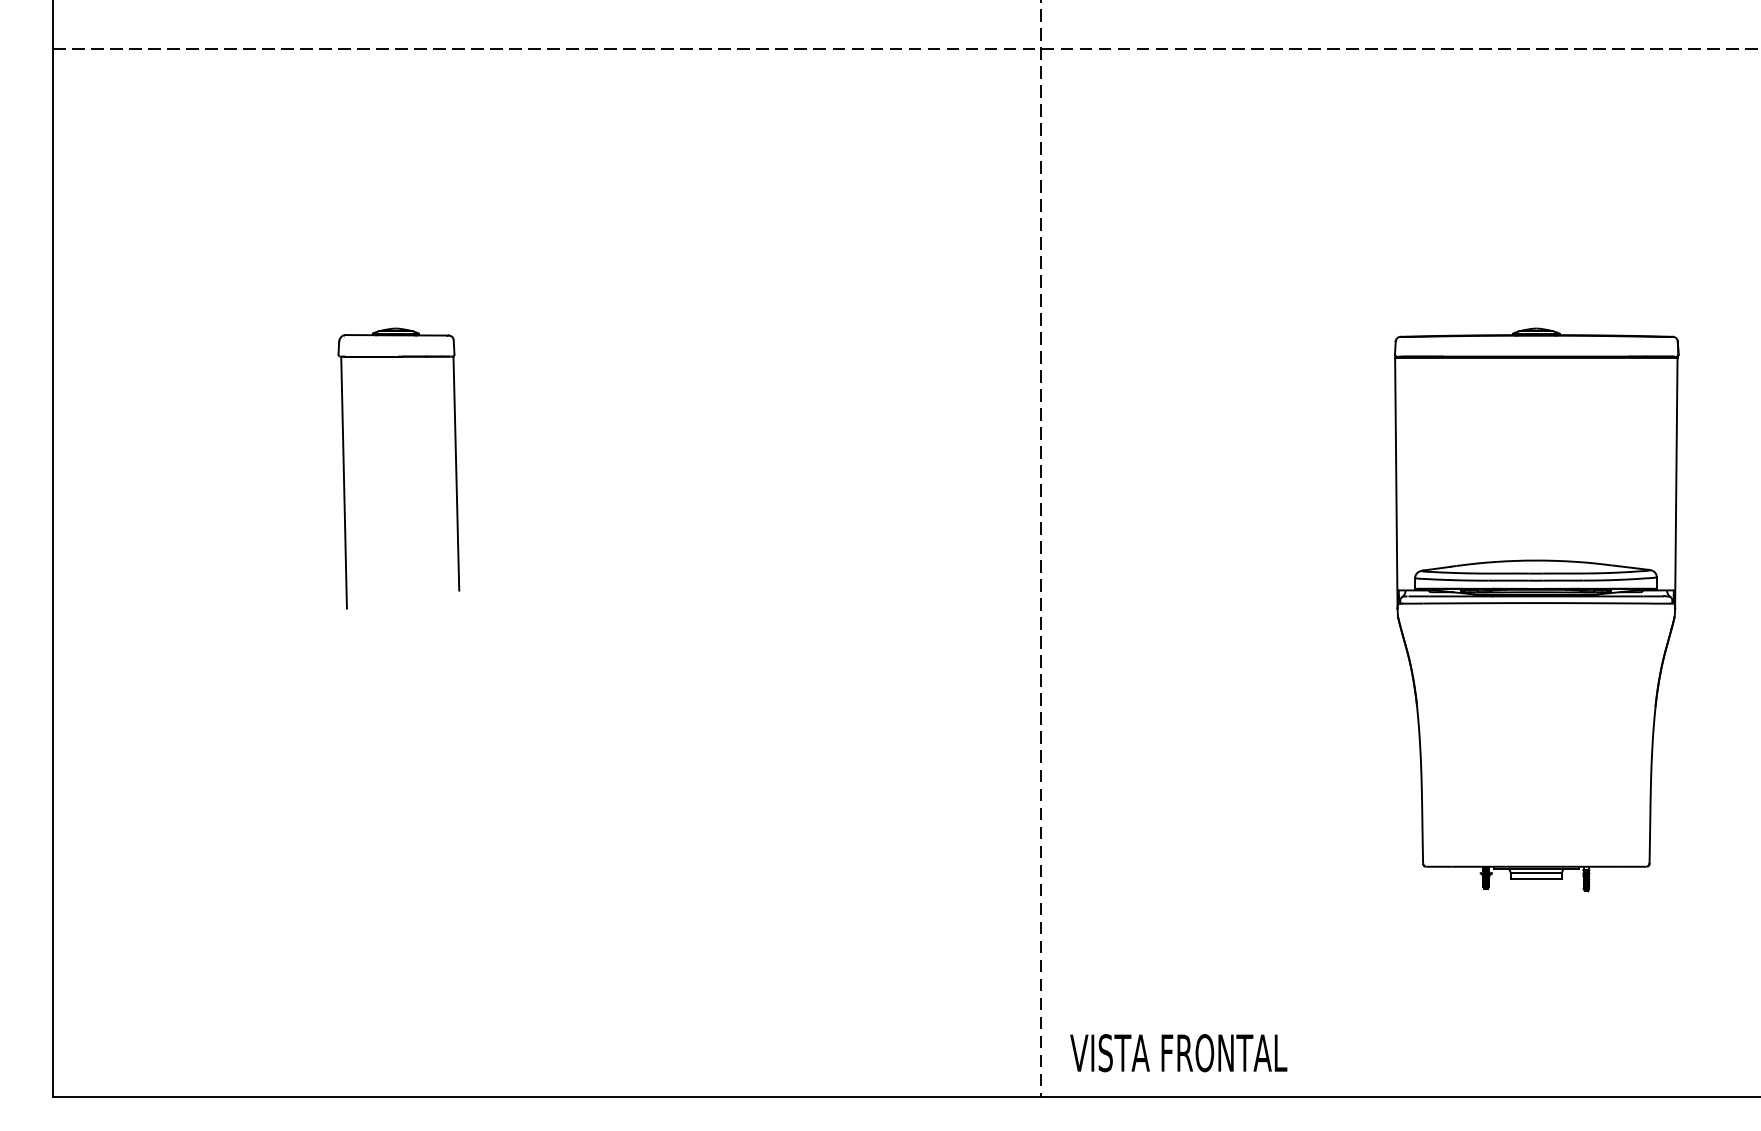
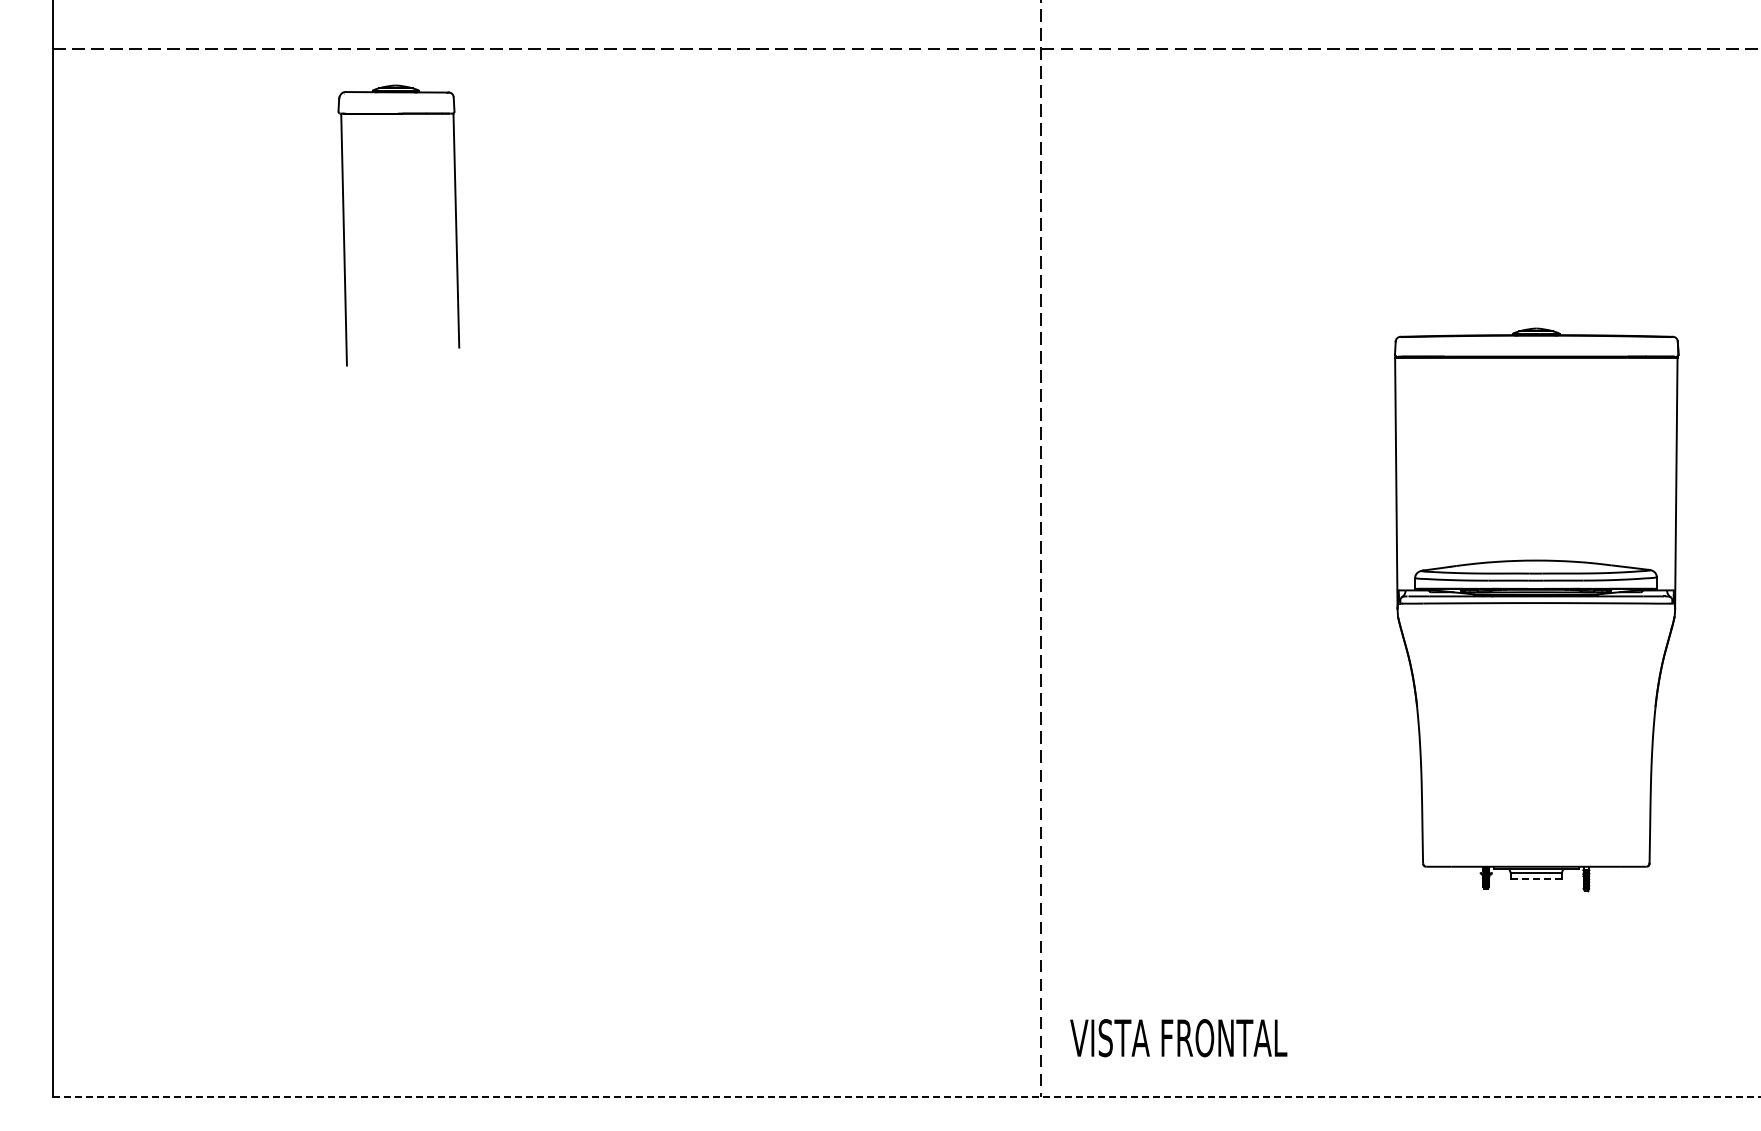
part at (344, 468) position: (344, 468) -> (344, 225)
line at (1535, 879): solid -> dashed
text at (1178, 1053) position: (1178, 1053) -> (1178, 1038)
line at (906, 1097): solid -> dashed
